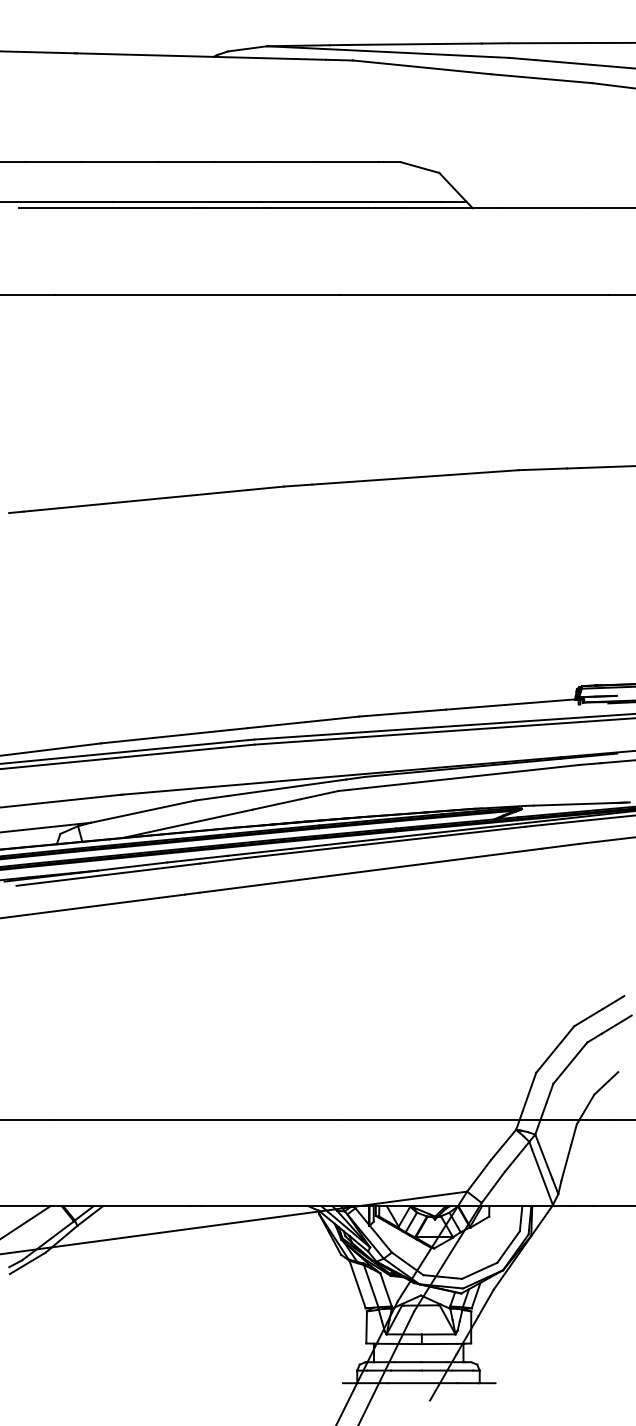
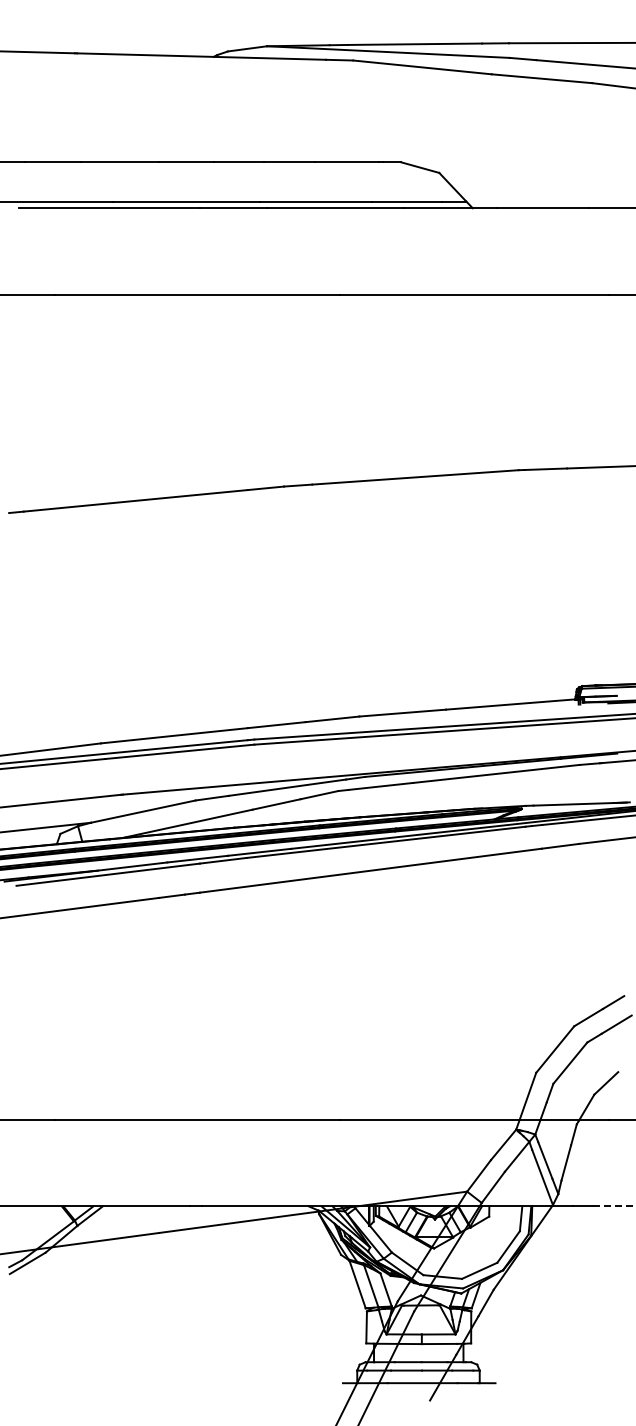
line at (614, 1206): solid -> dashed
line at (26, 1221): present -> none
